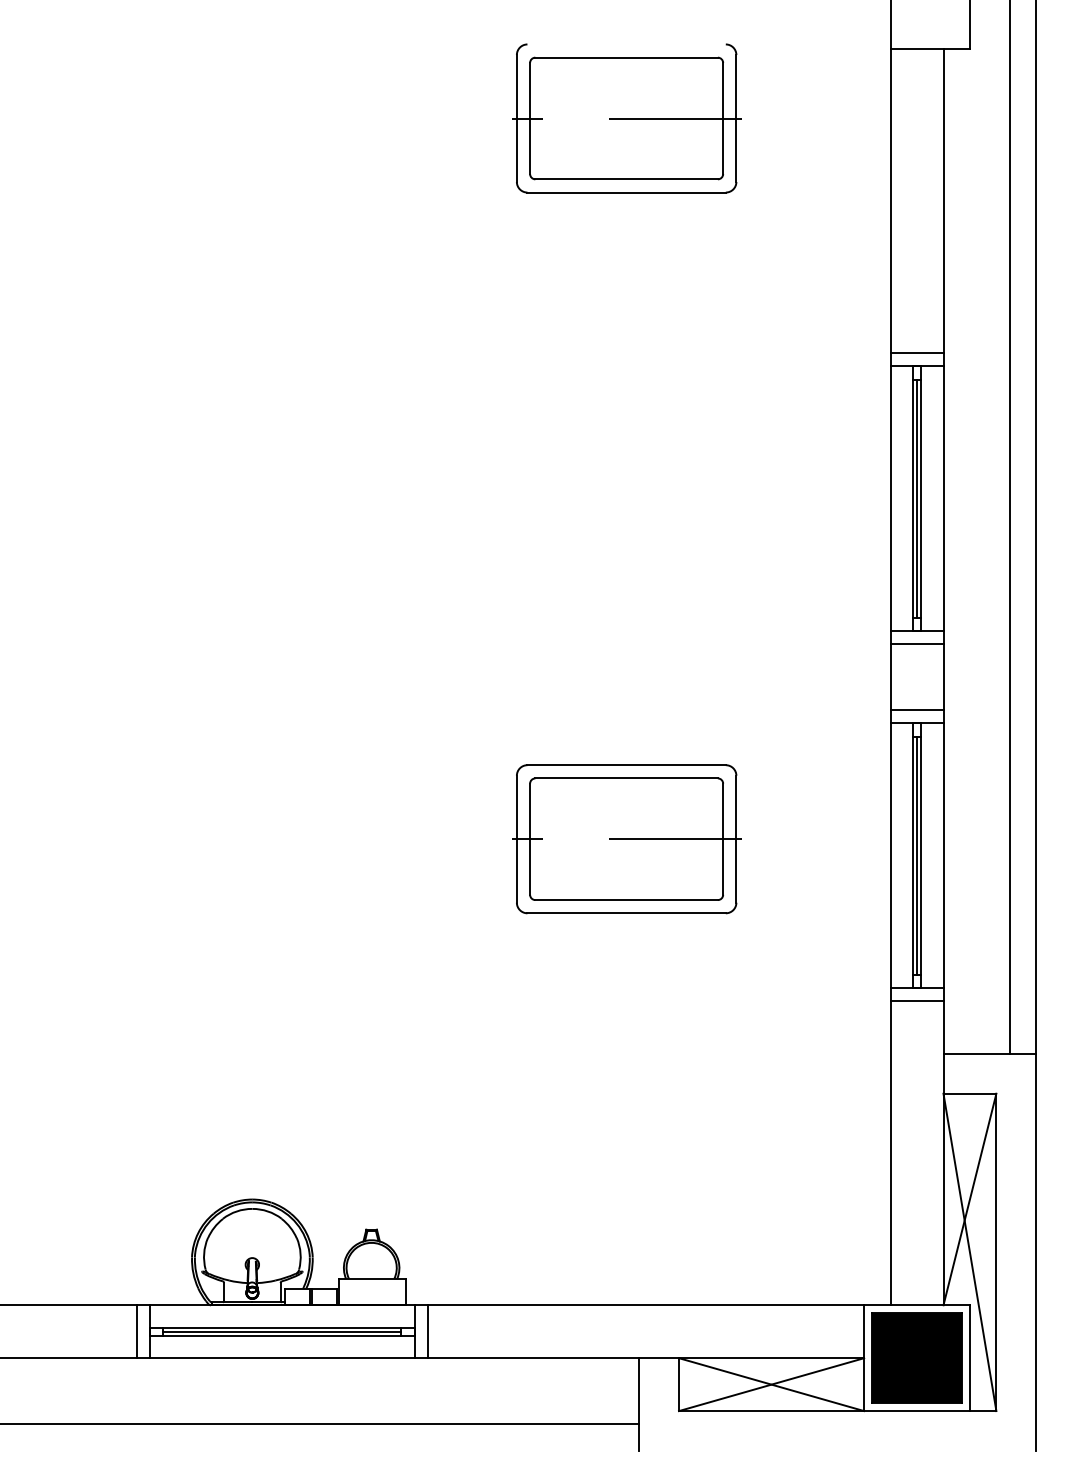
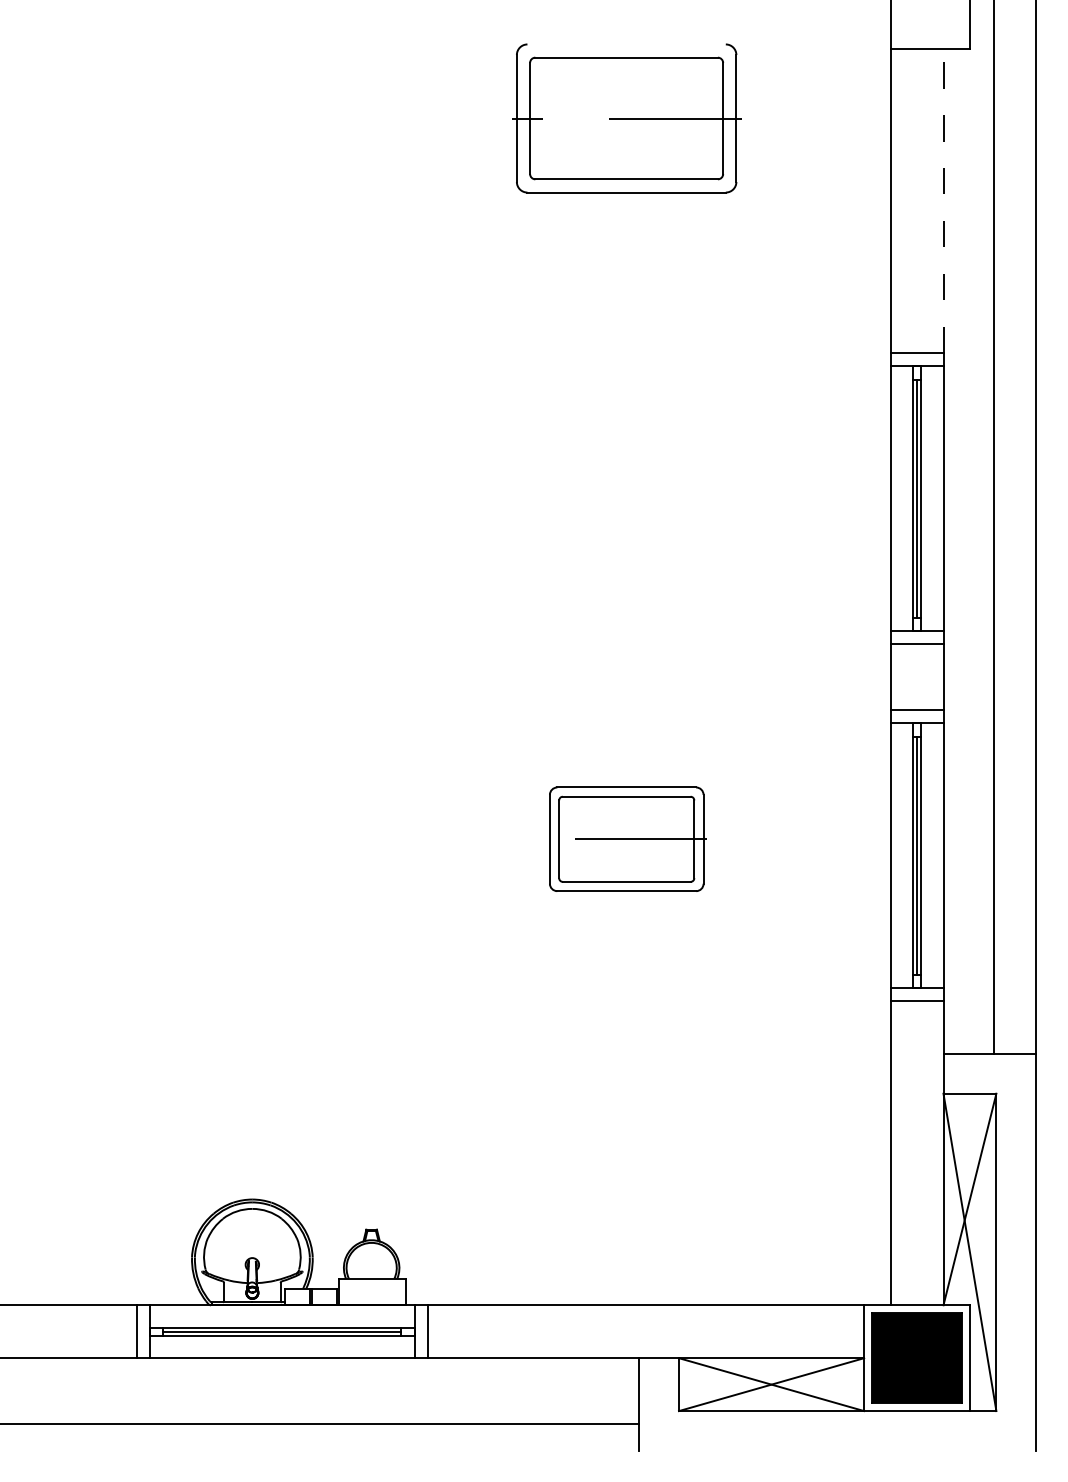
line at (943, 200): solid -> dashed
line at (1009, 528) position: (1009, 528) -> (993, 528)
part at (626, 839) size: 230x151 px -> 158x106 px
